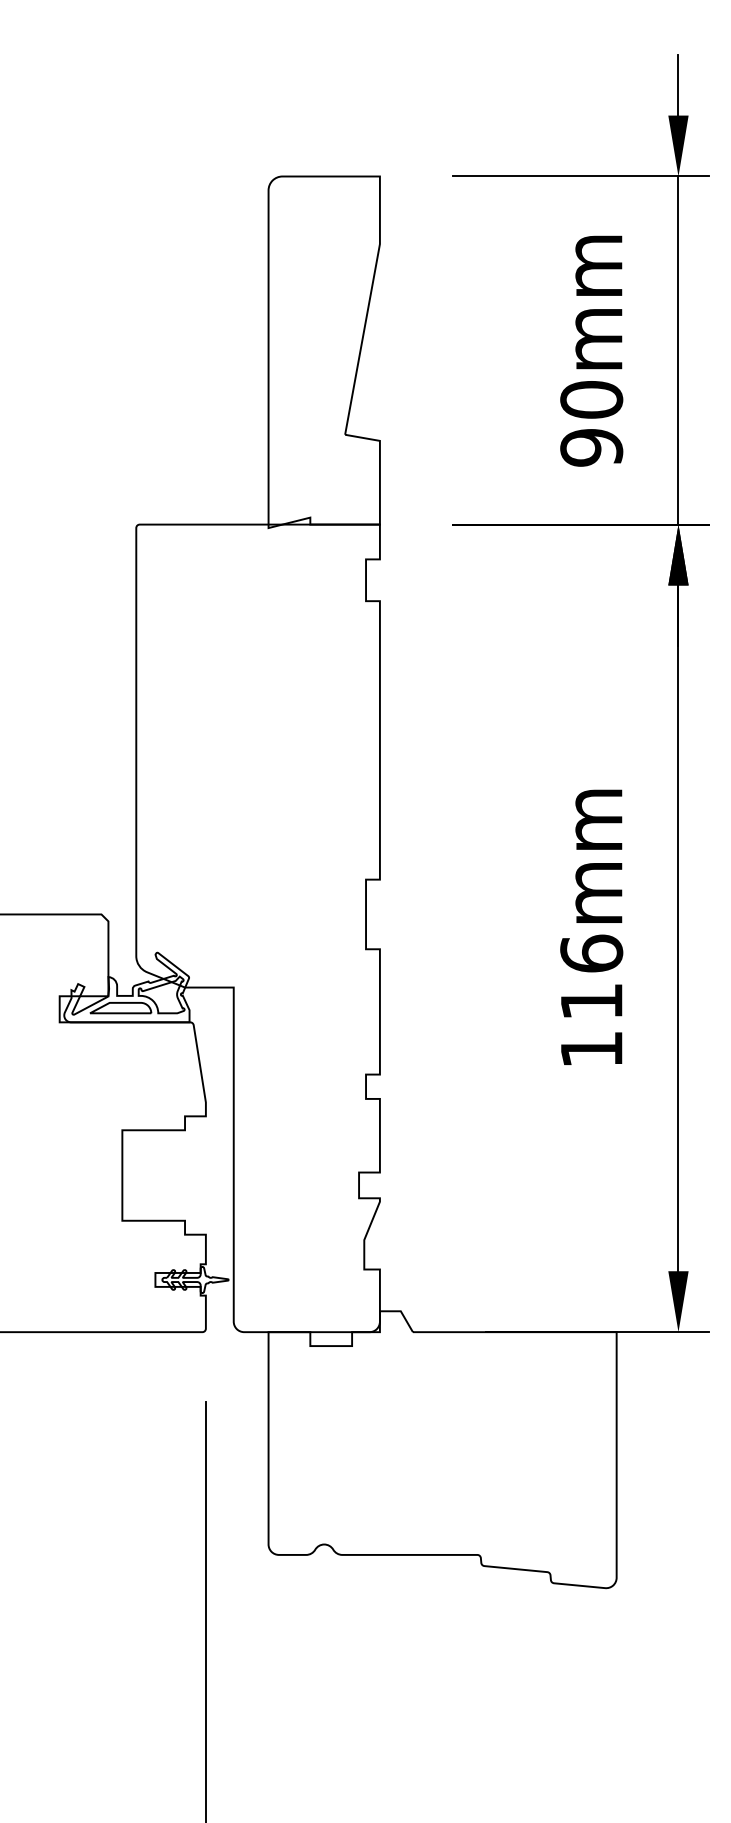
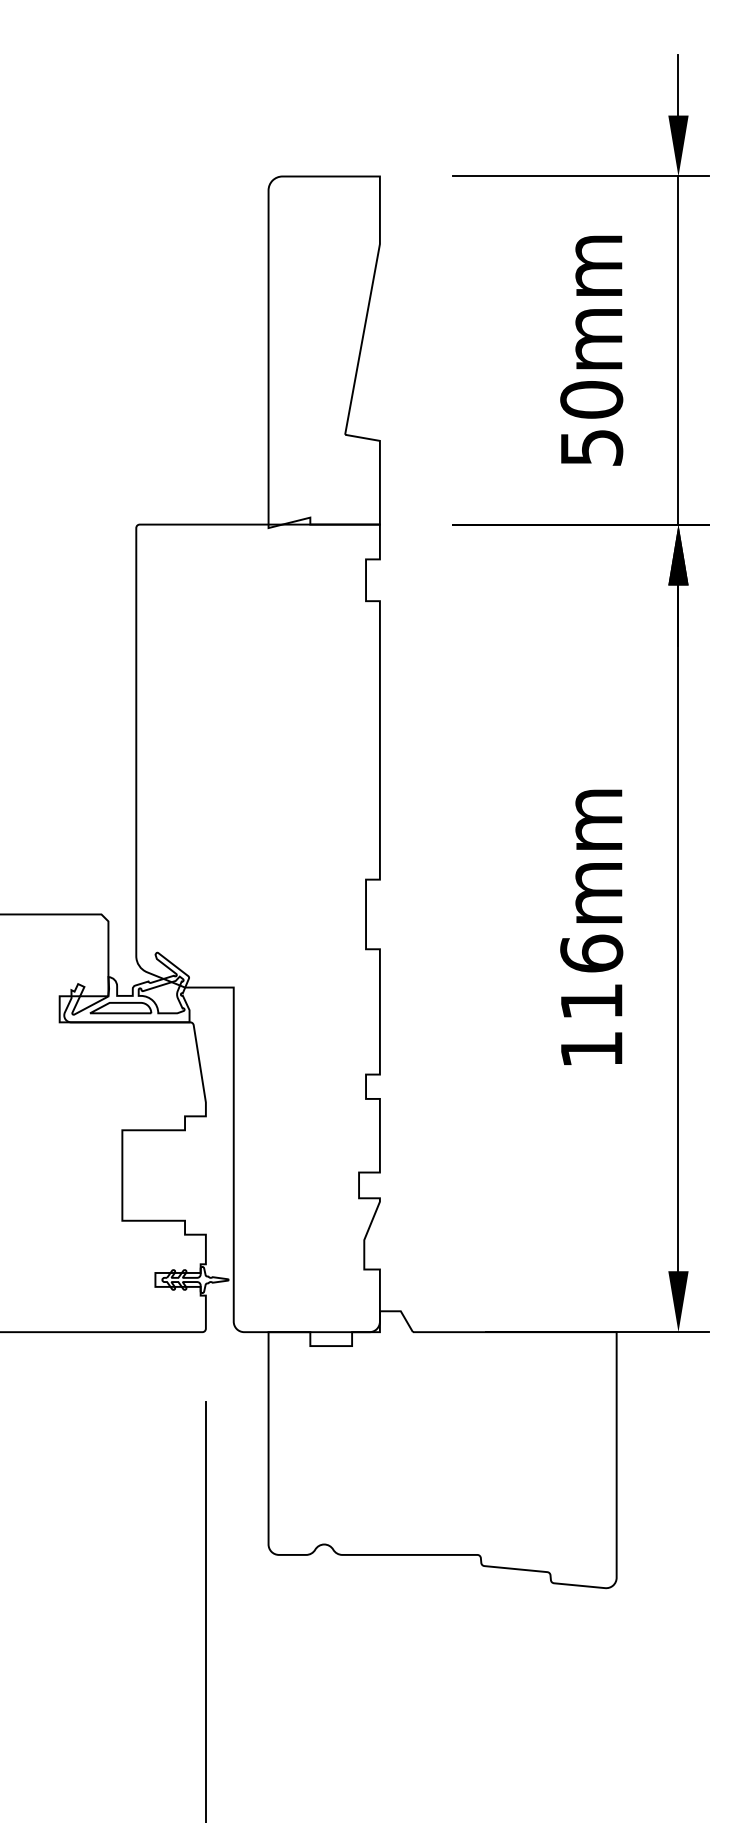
text at (591, 447): 90mm -> 50mm
